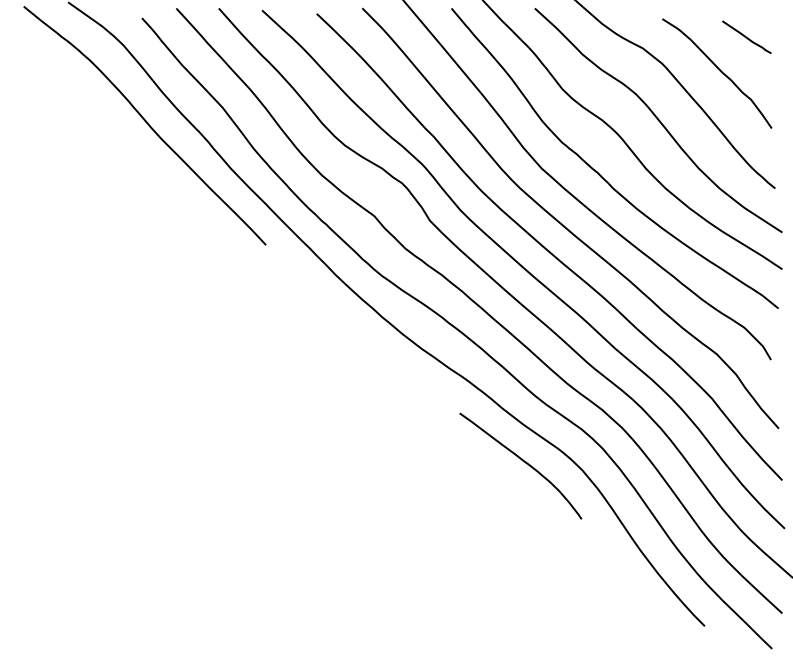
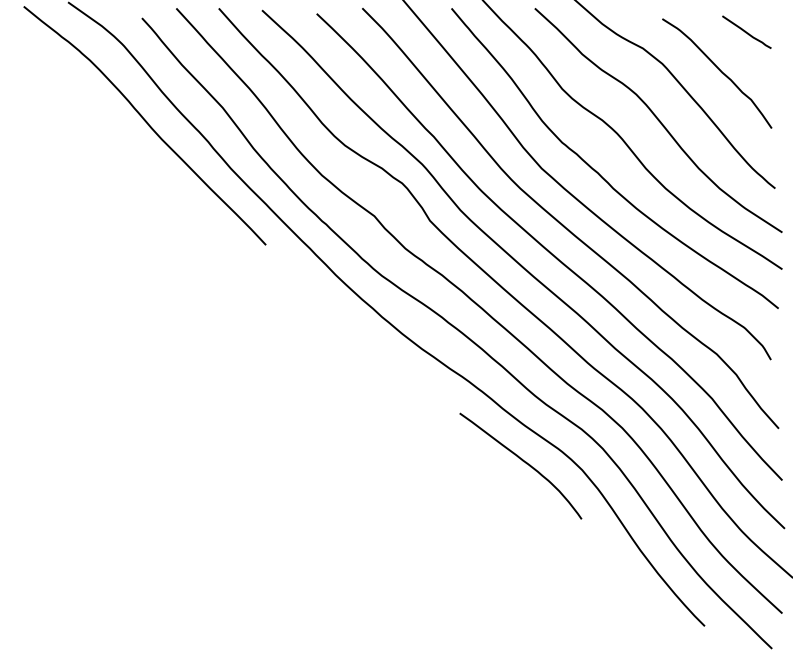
line at (746, 36) position: (746, 36) -> (746, 31)
